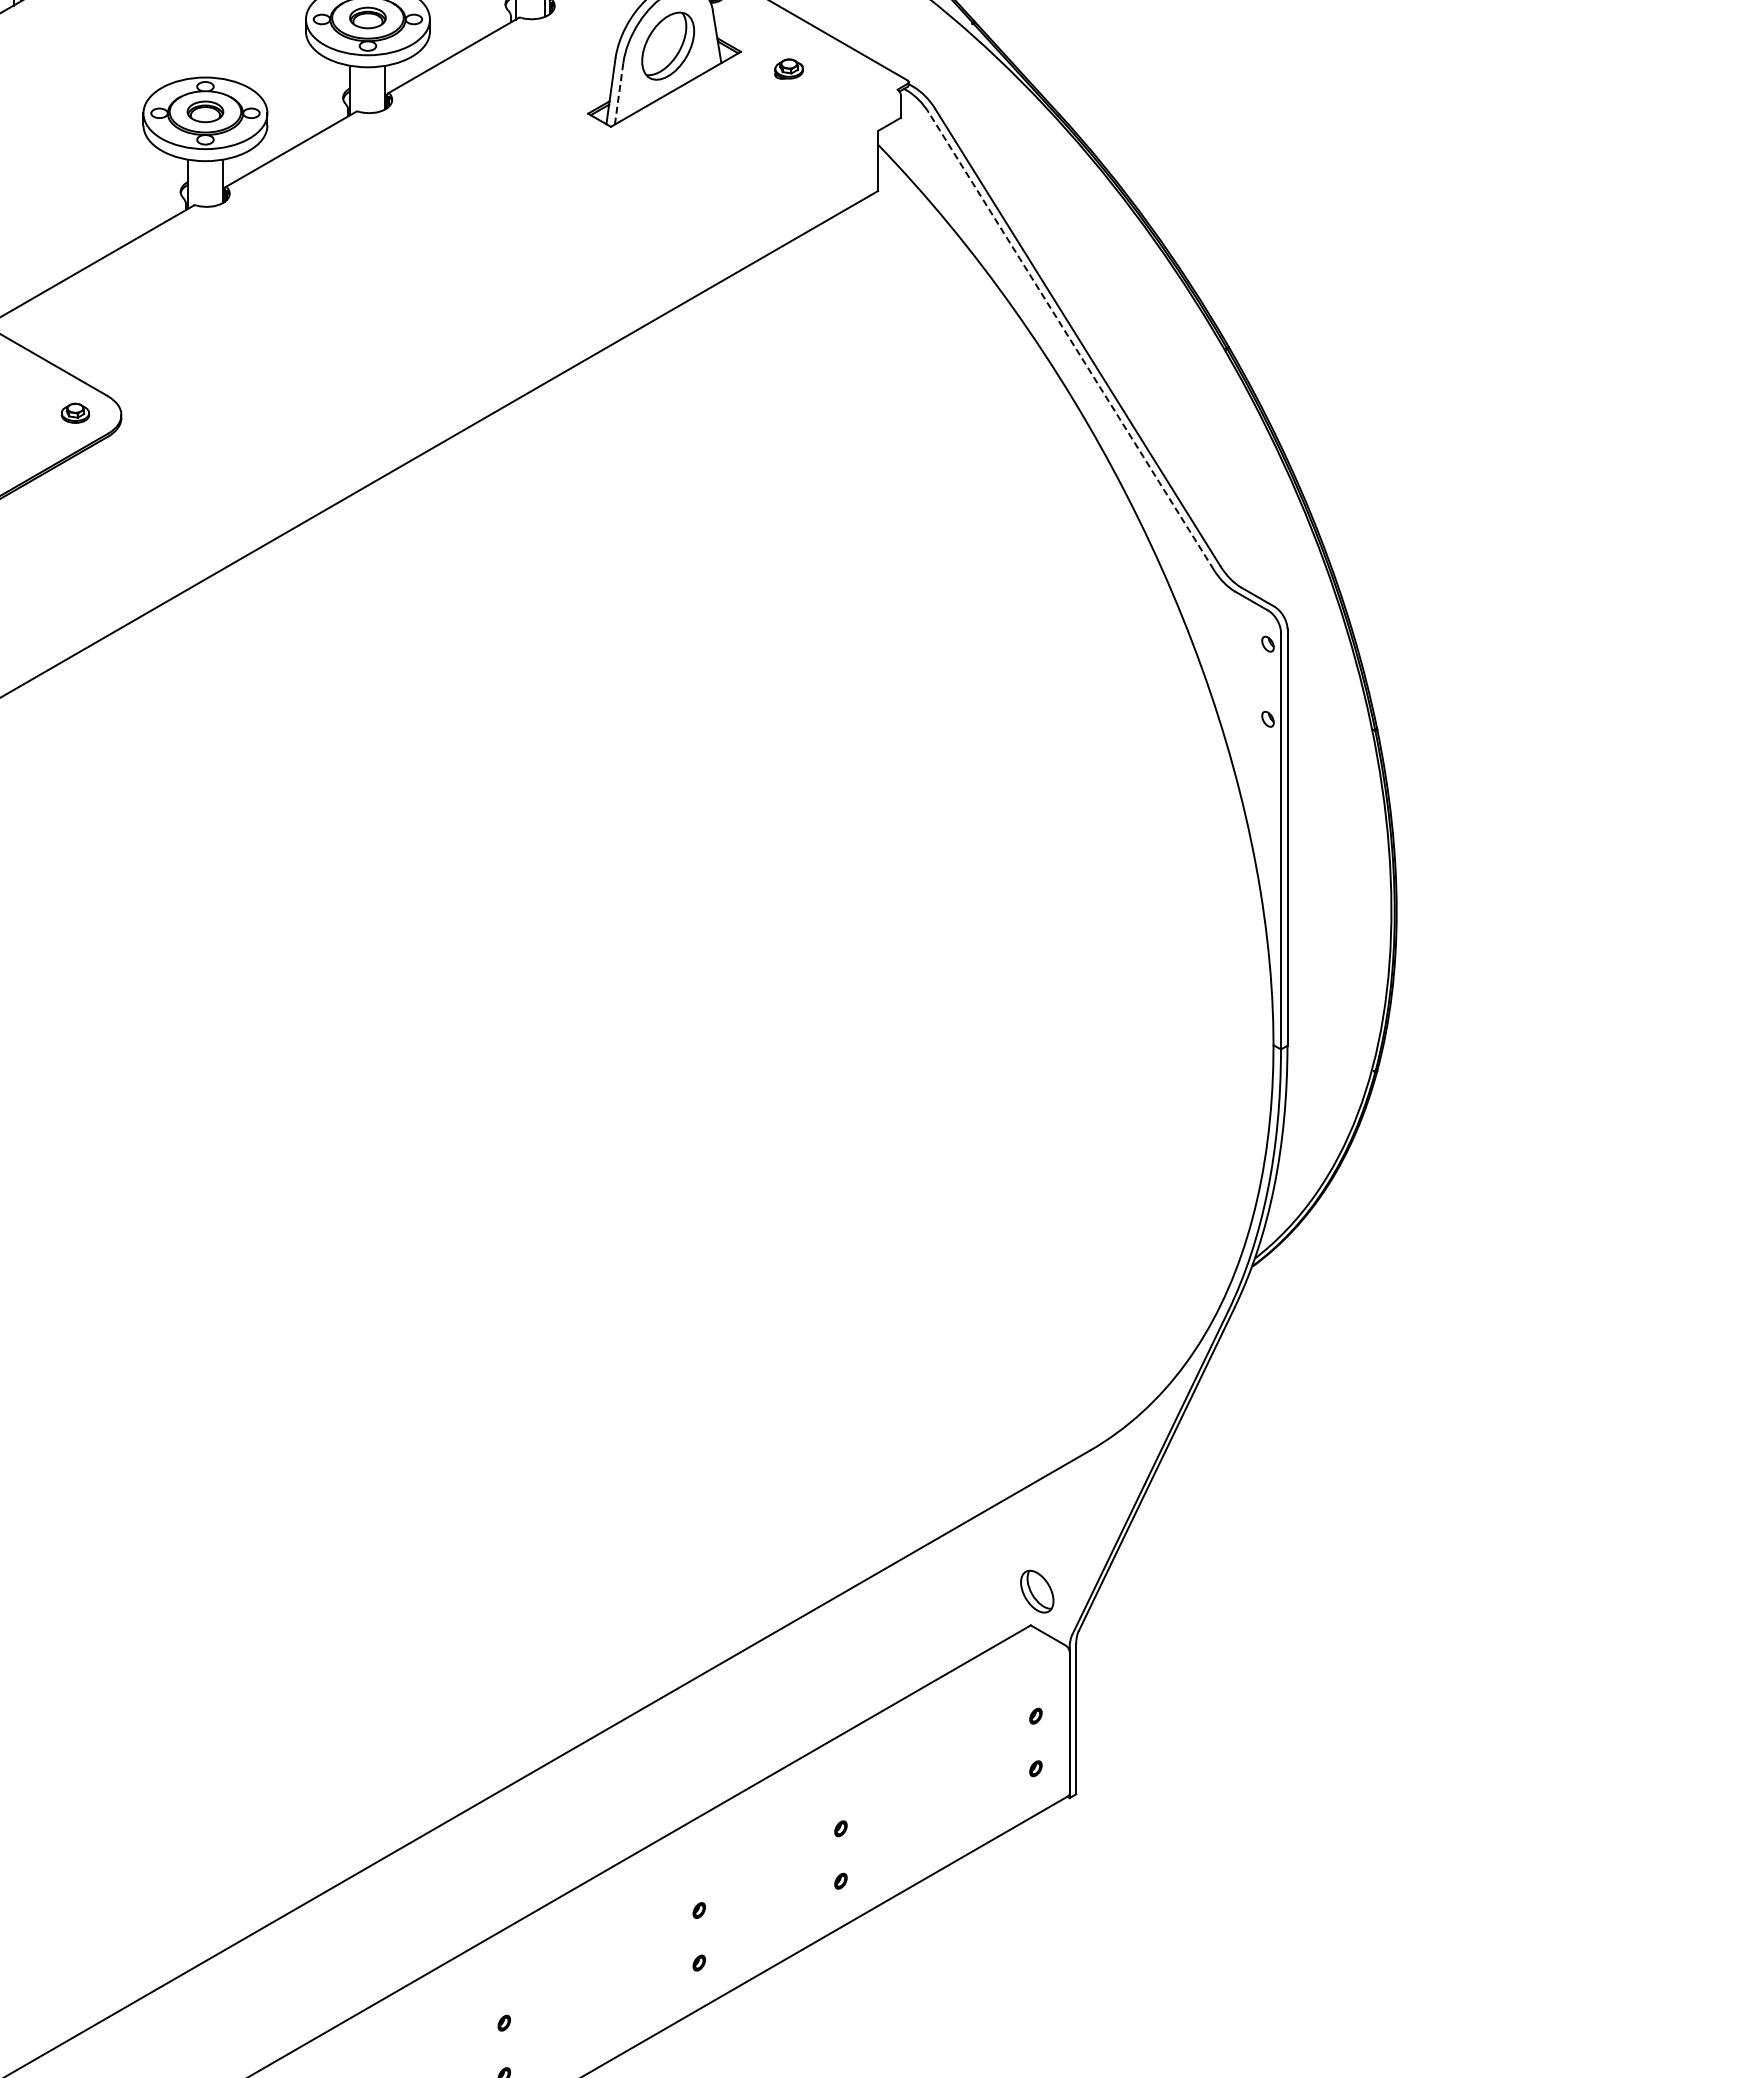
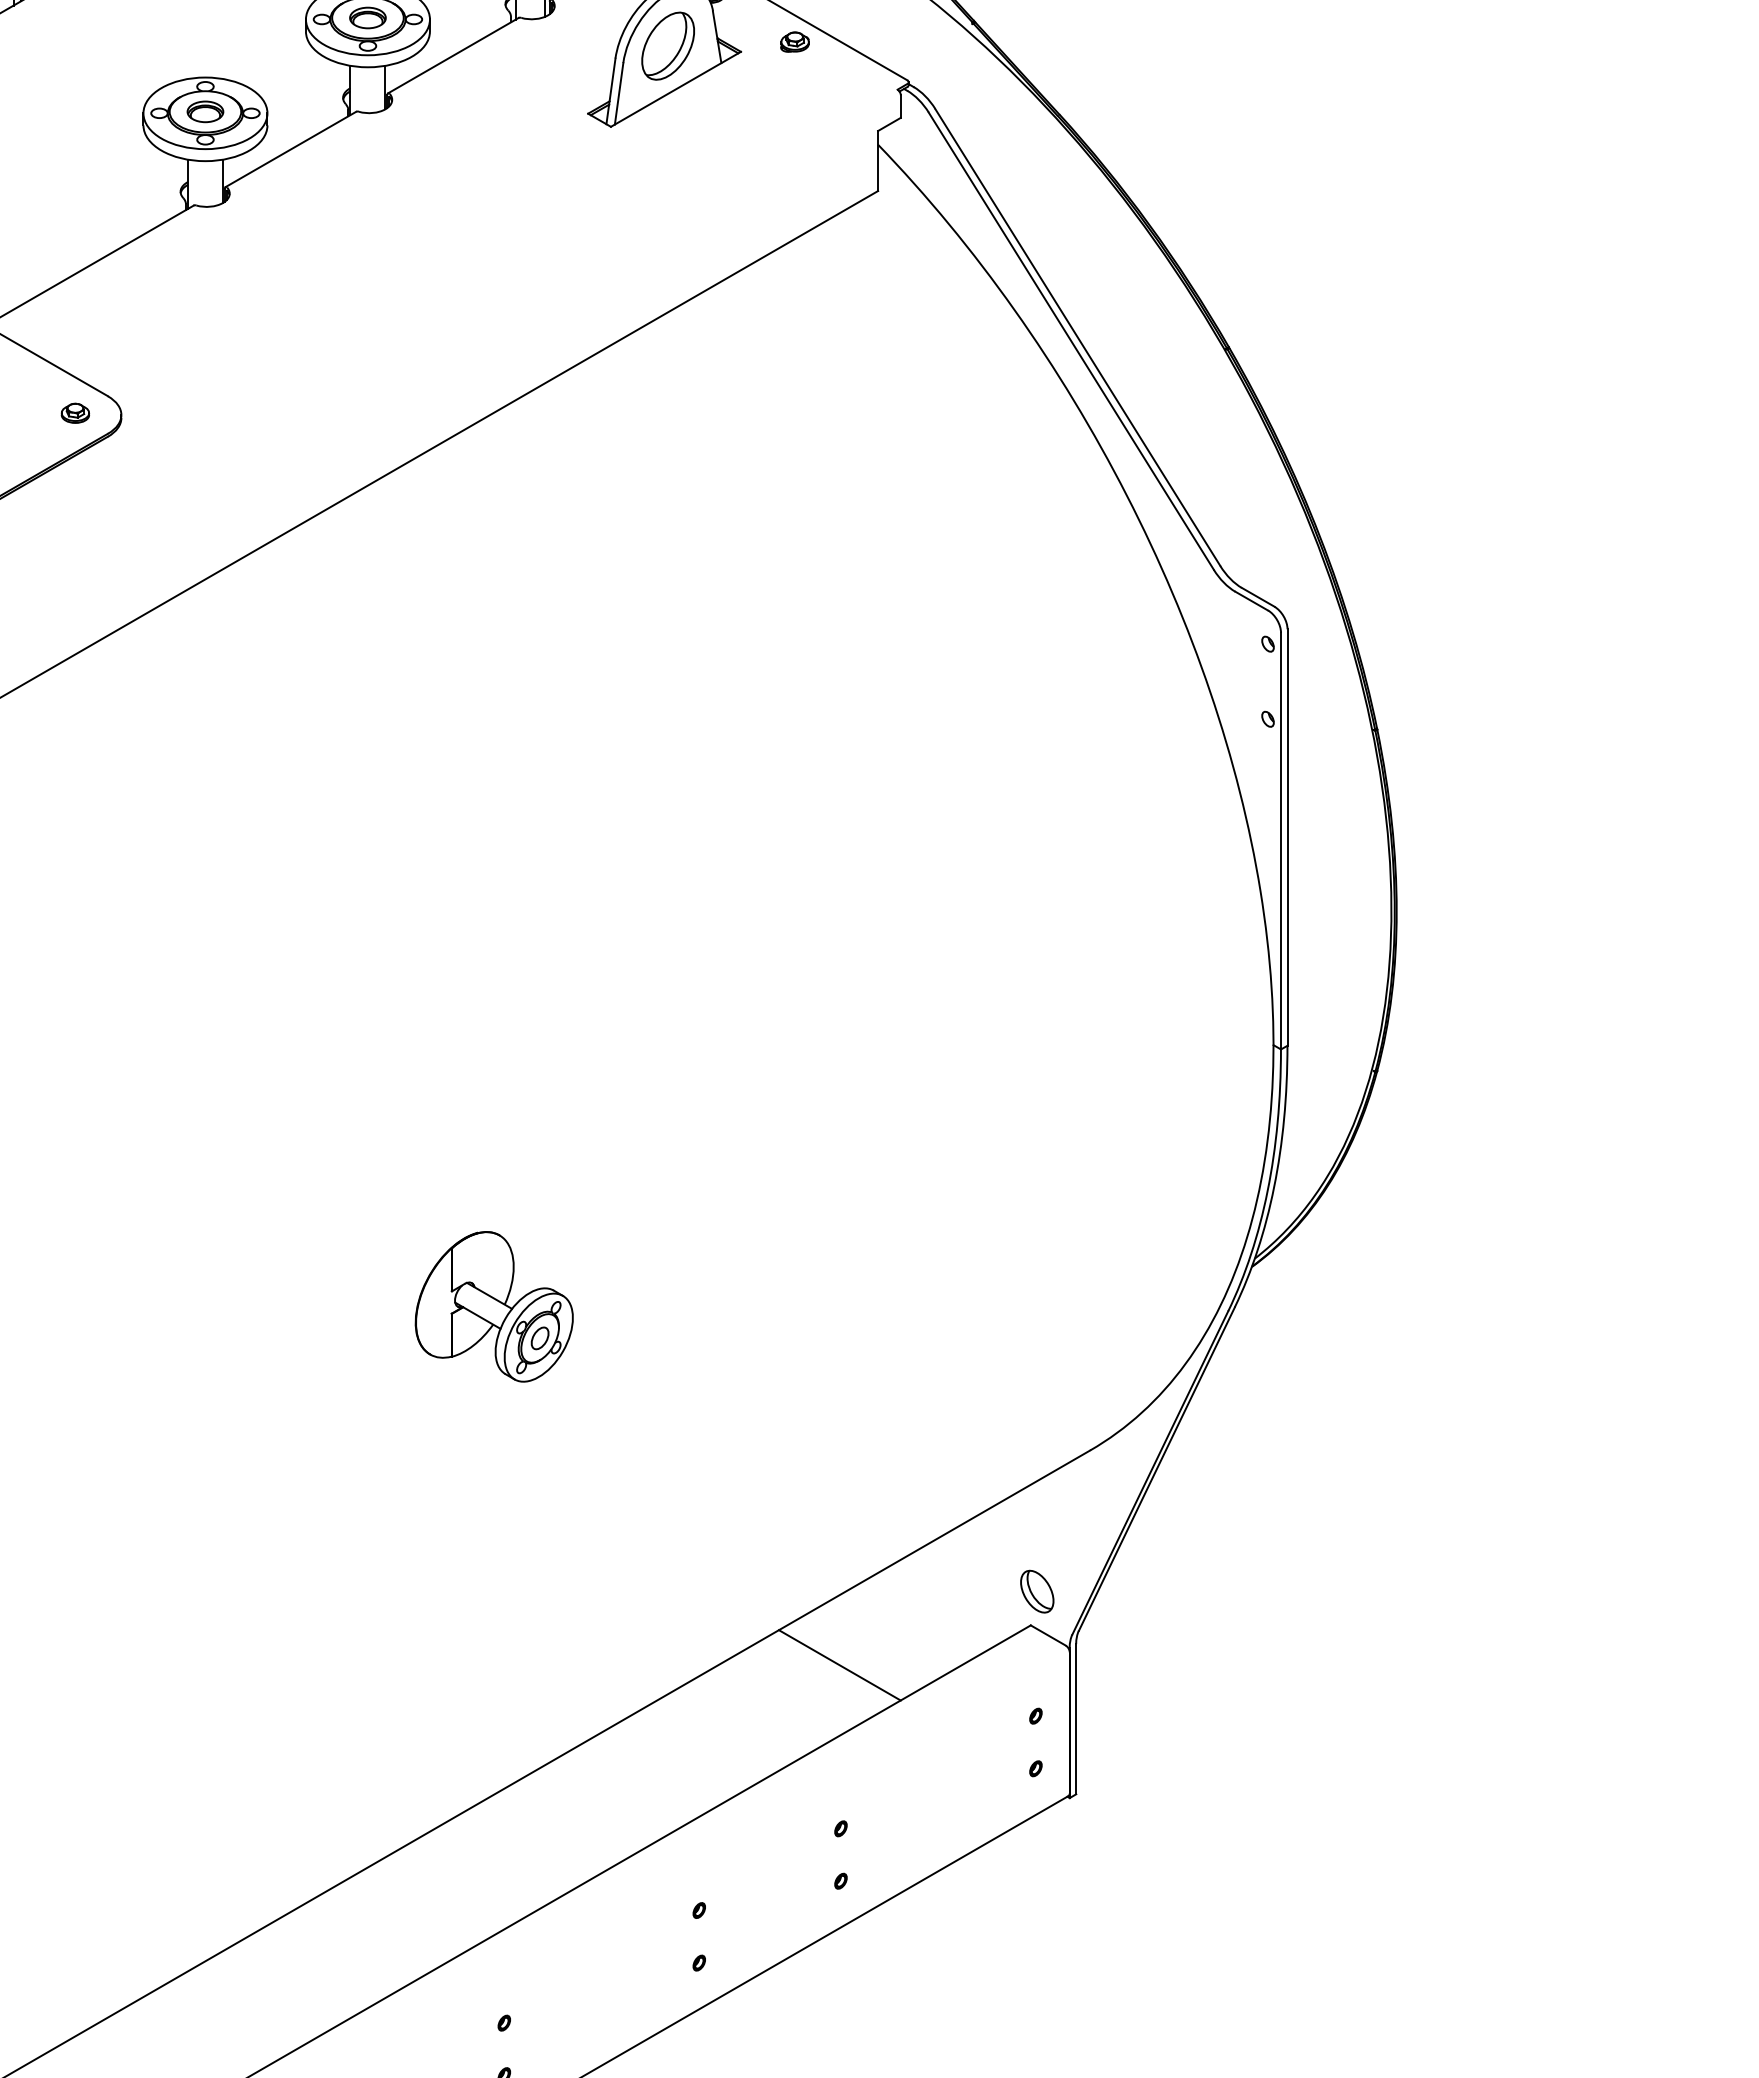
part at (788, 68) position: (788, 68) -> (794, 41)
line at (619, 93): dashed -> solid
line at (1071, 340): dashed -> solid
part at (493, 1306): none -> present
line at (839, 1665): none -> present
